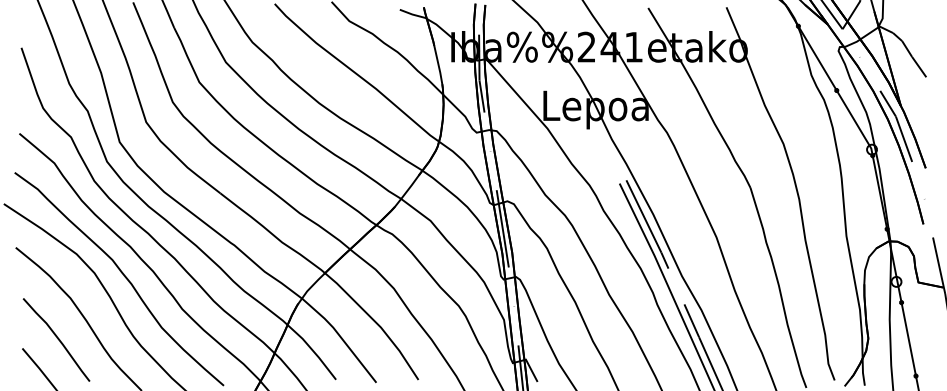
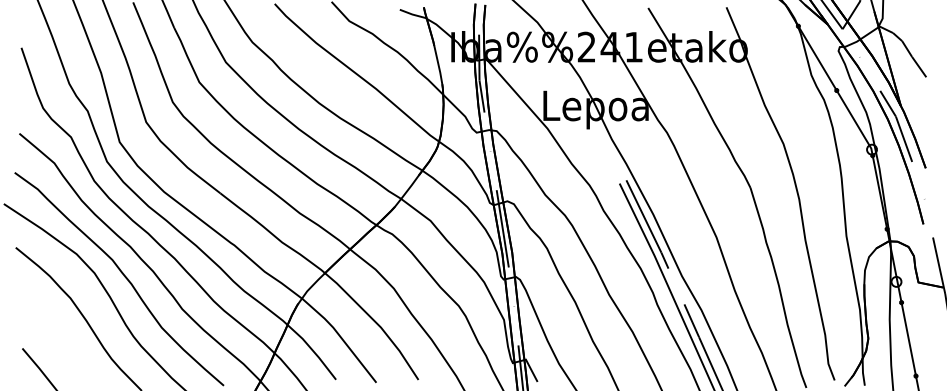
curve at (56, 338): present -> none
